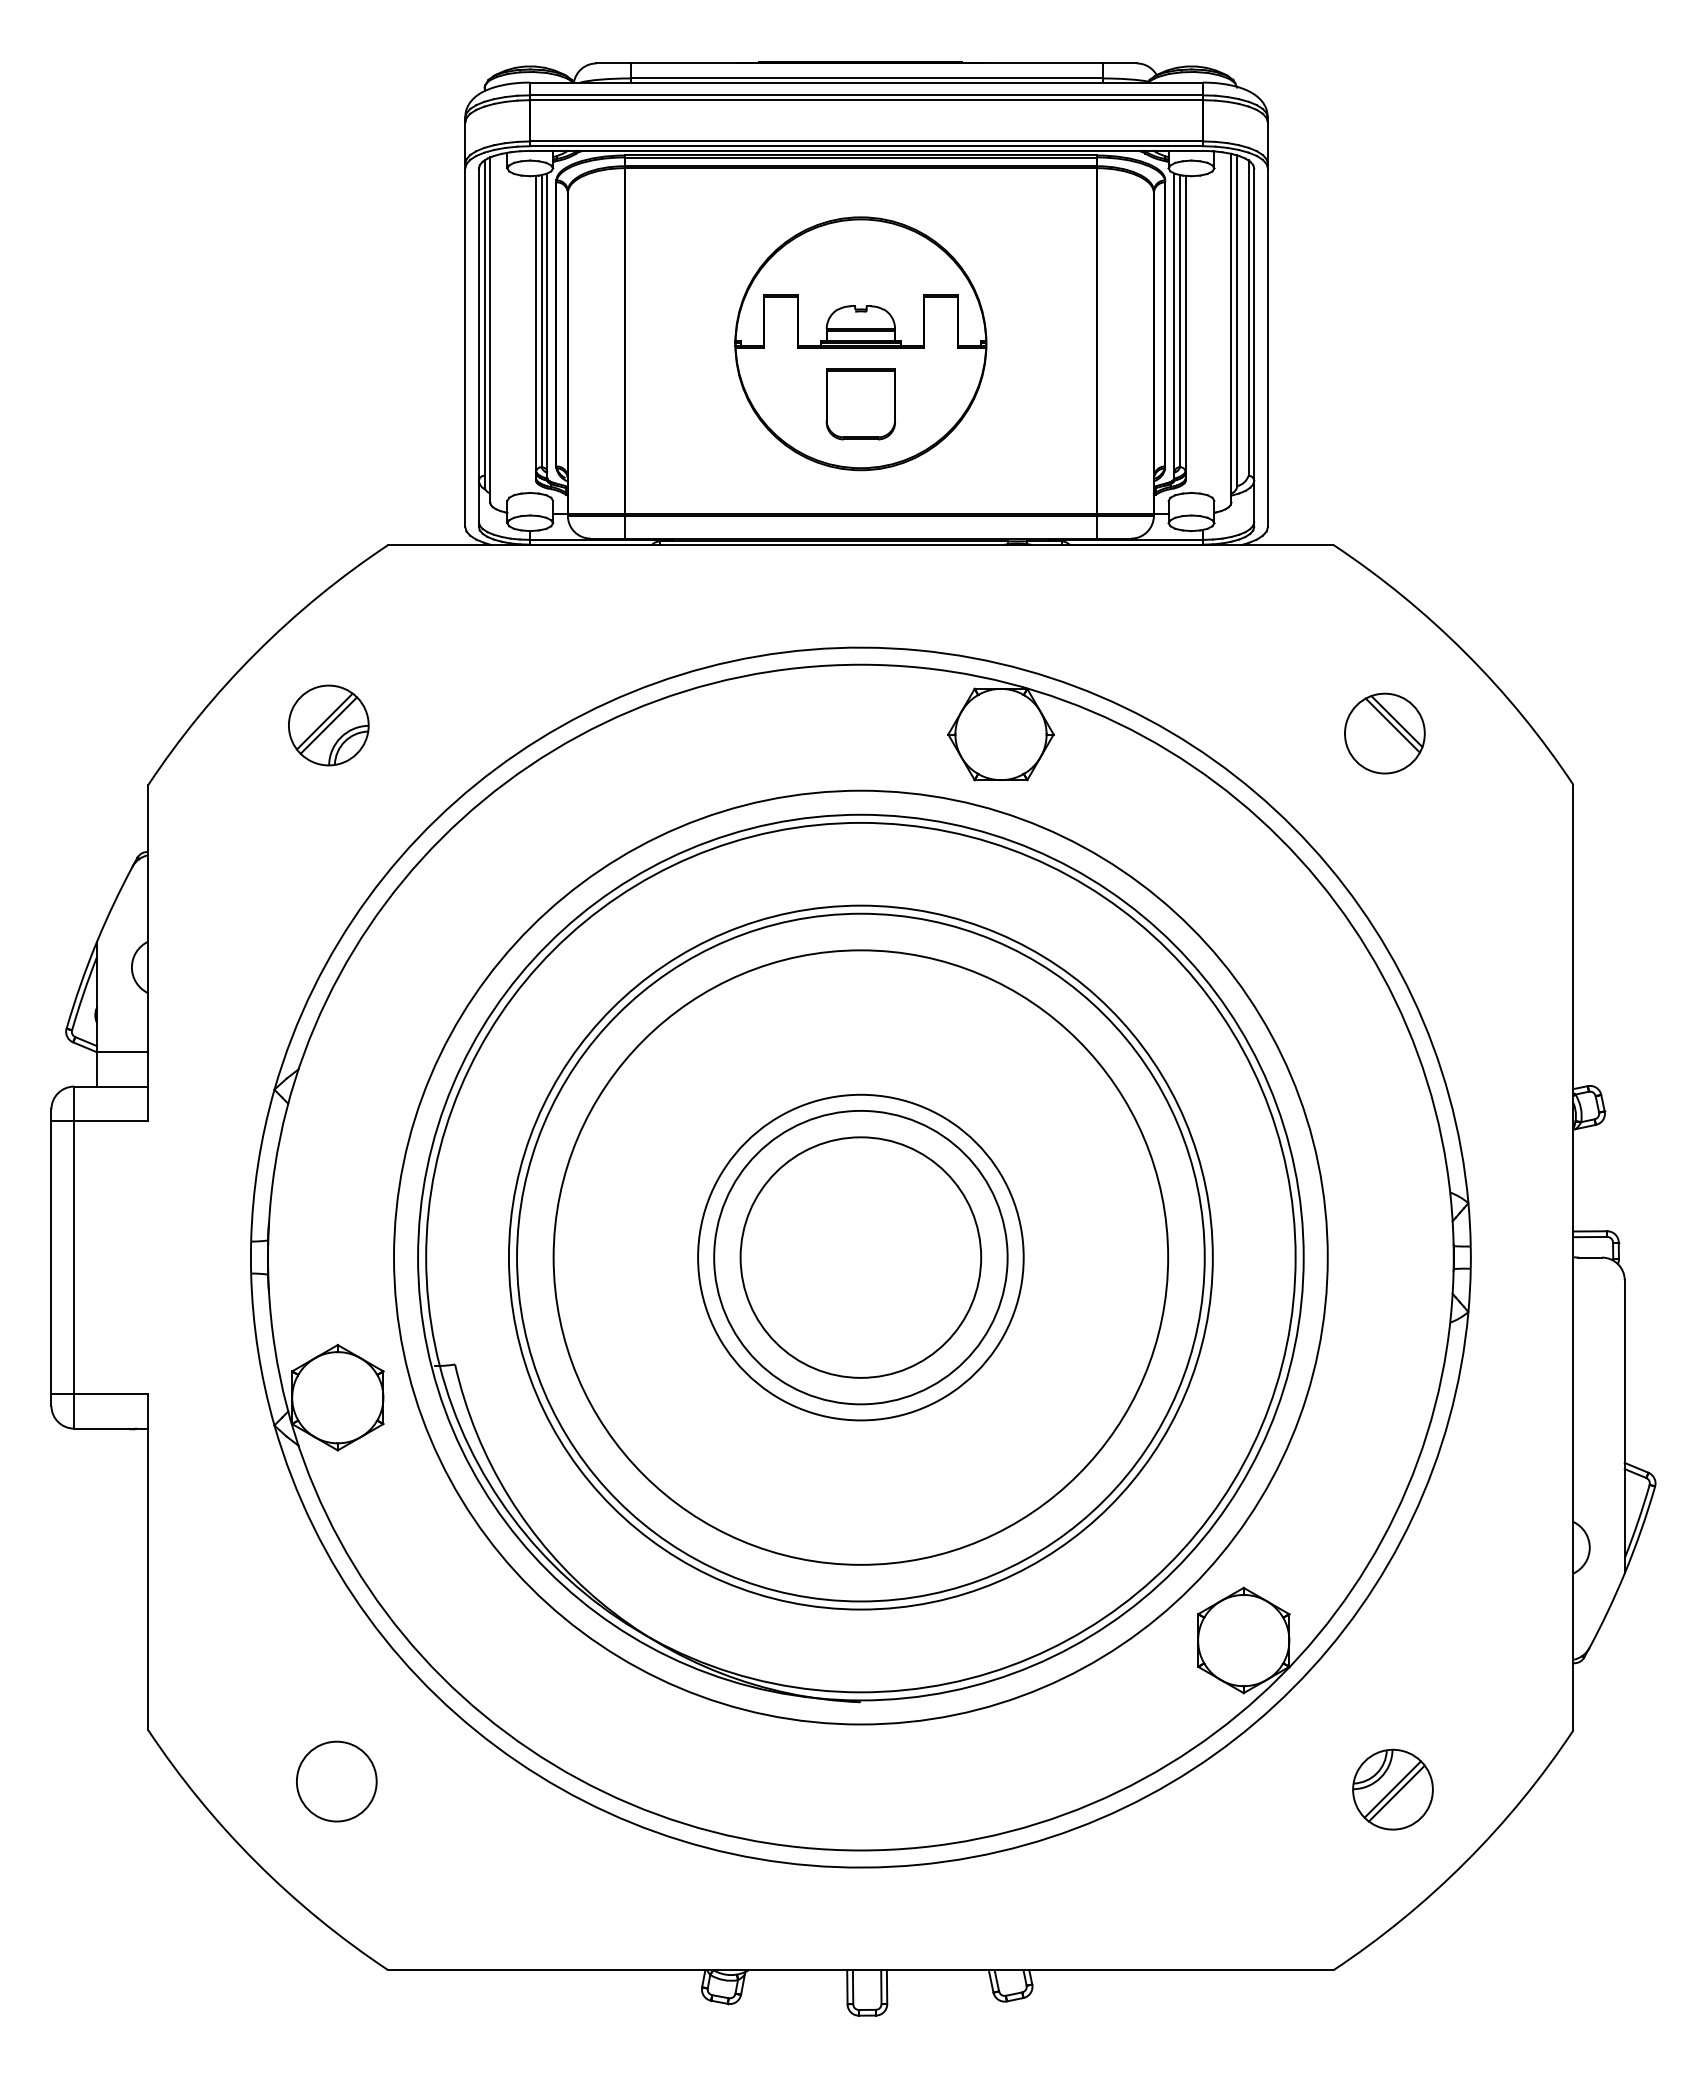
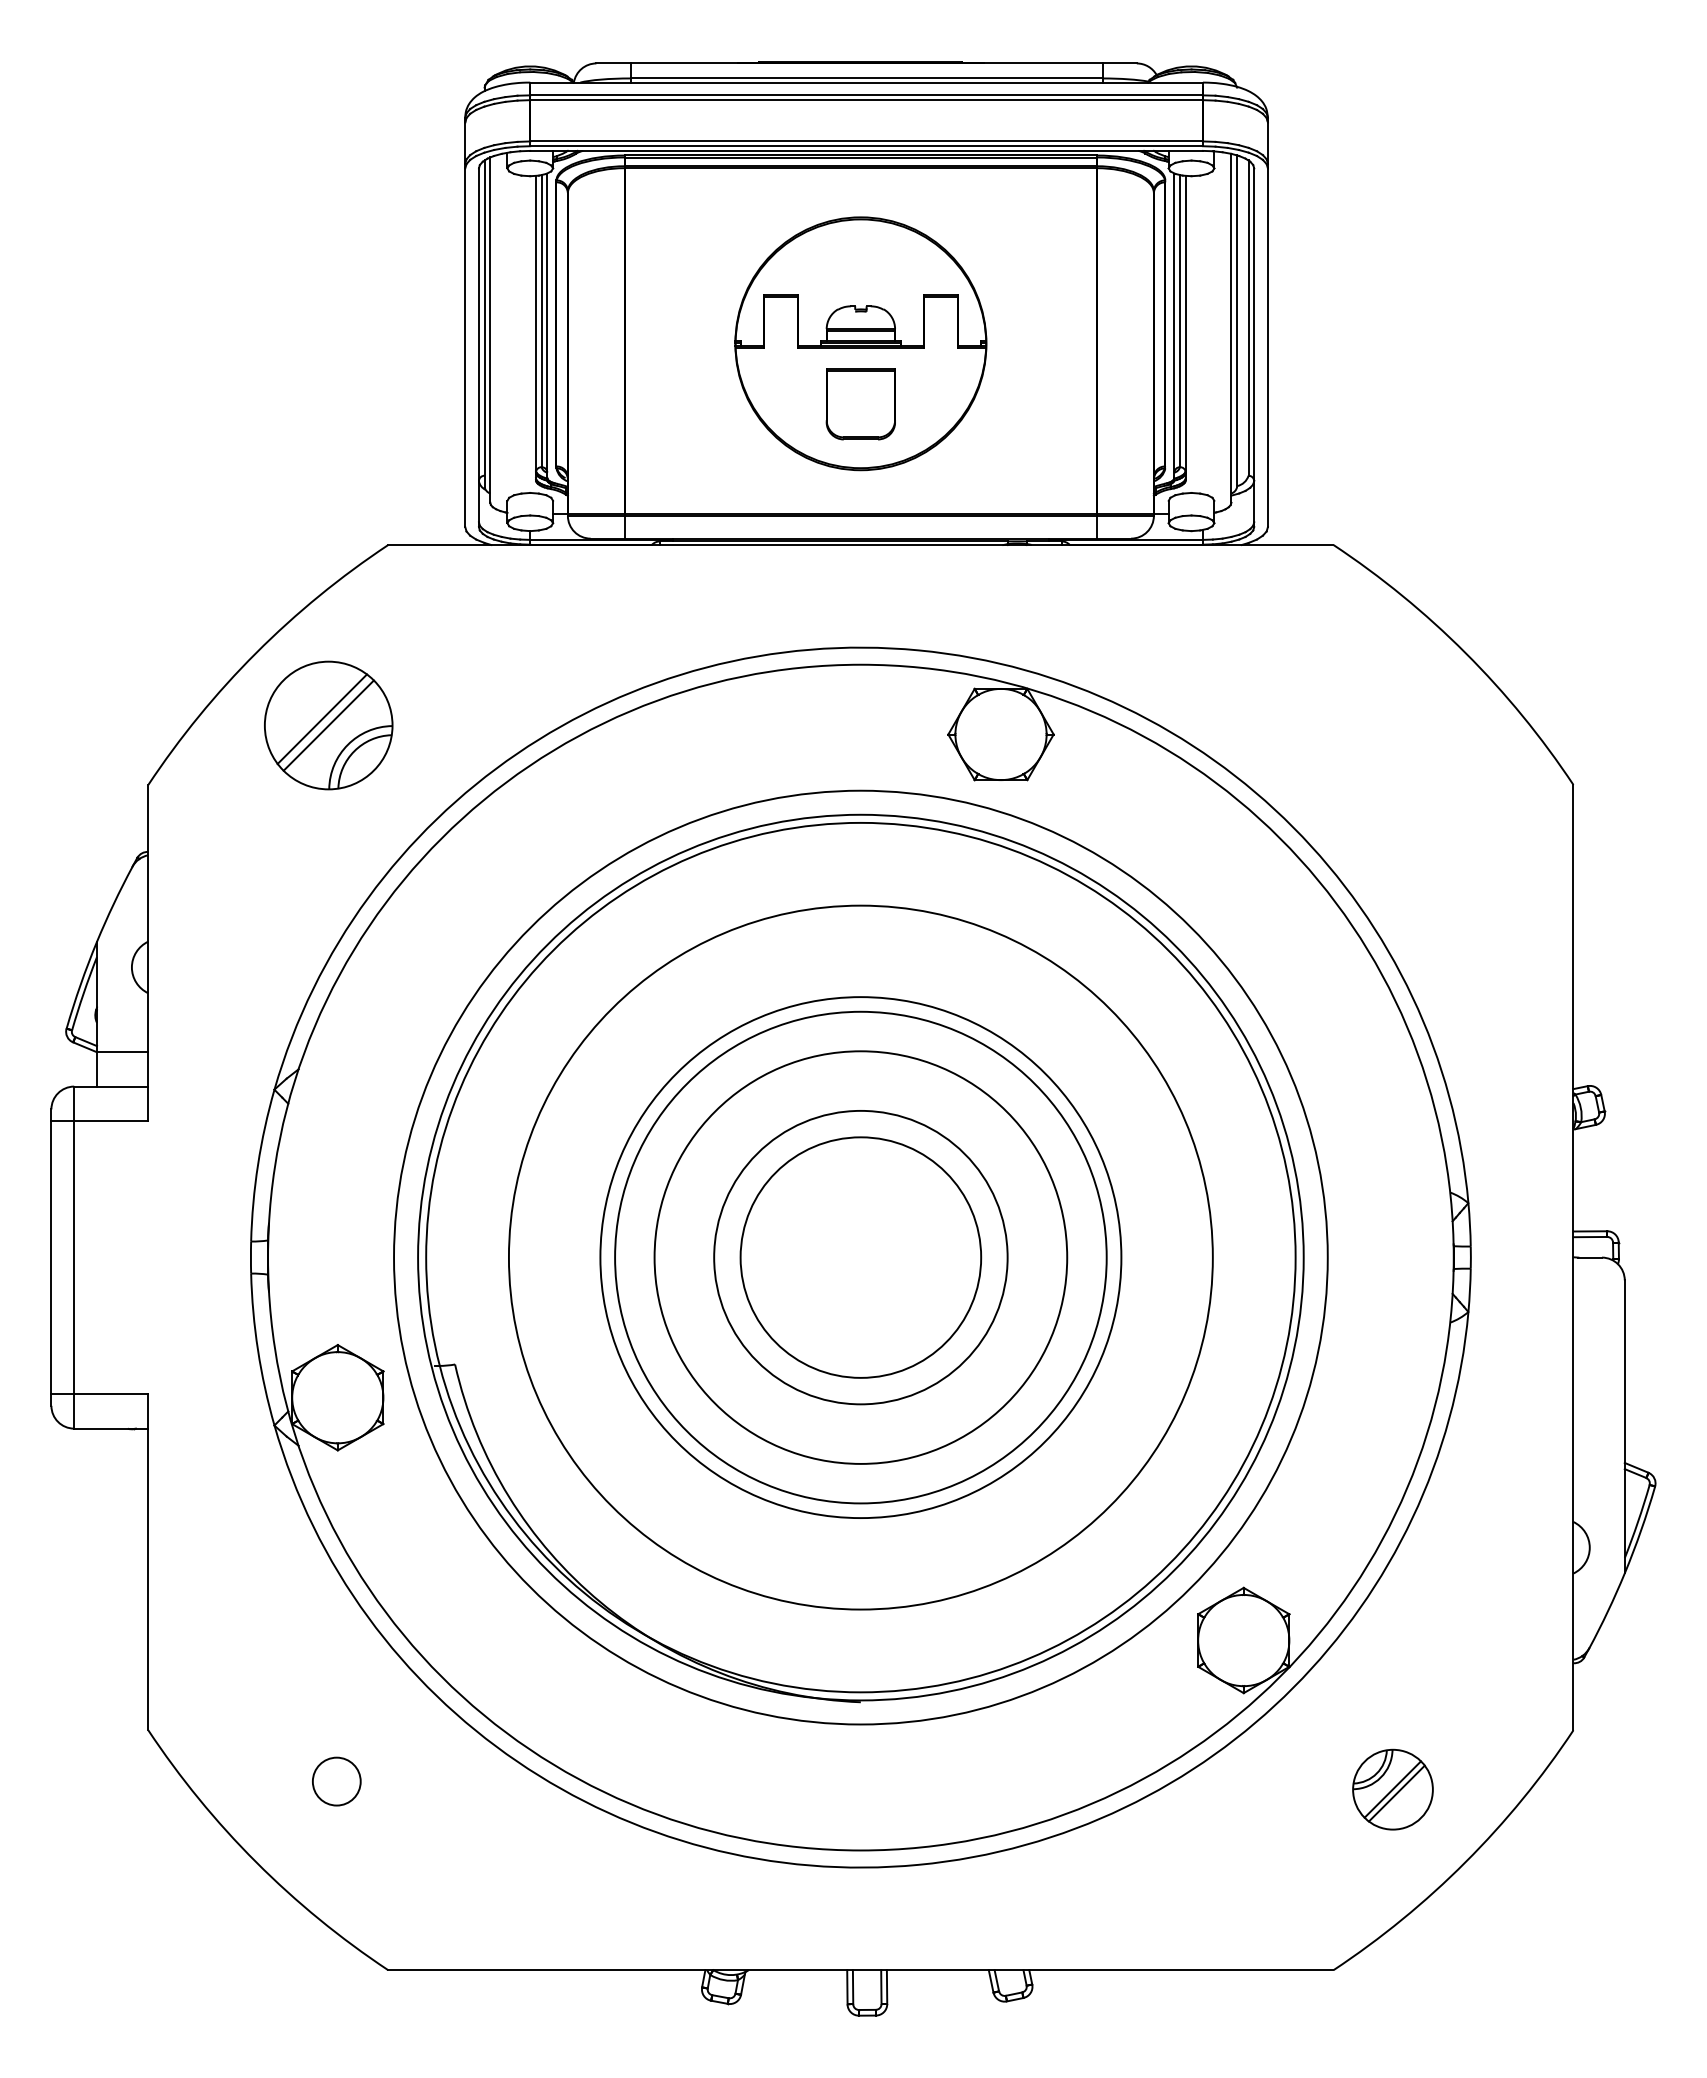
part at (328, 725) size: 82x83 px -> 130x131 px
part at (1384, 733): present -> none
circle at (860, 1257) diameter: 326 px -> 521 px
circle at (860, 1257) diameter: 615 px -> 492 px
circle at (860, 1257) diameter: 688 px -> 413 px
circle at (336, 1781) diameter: 80 px -> 48 px
